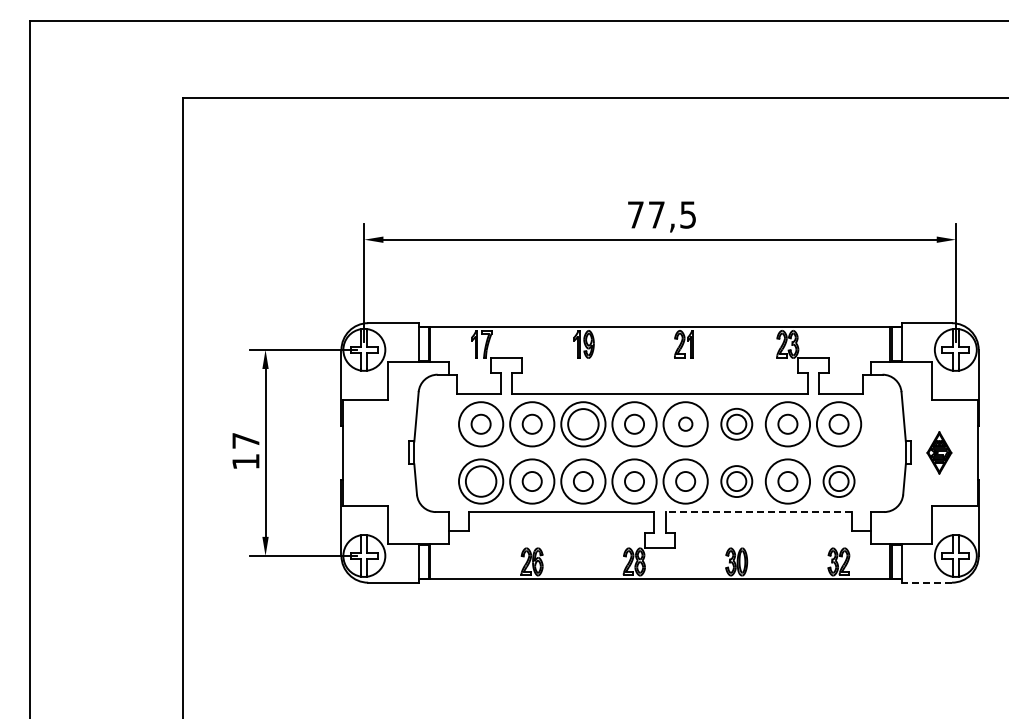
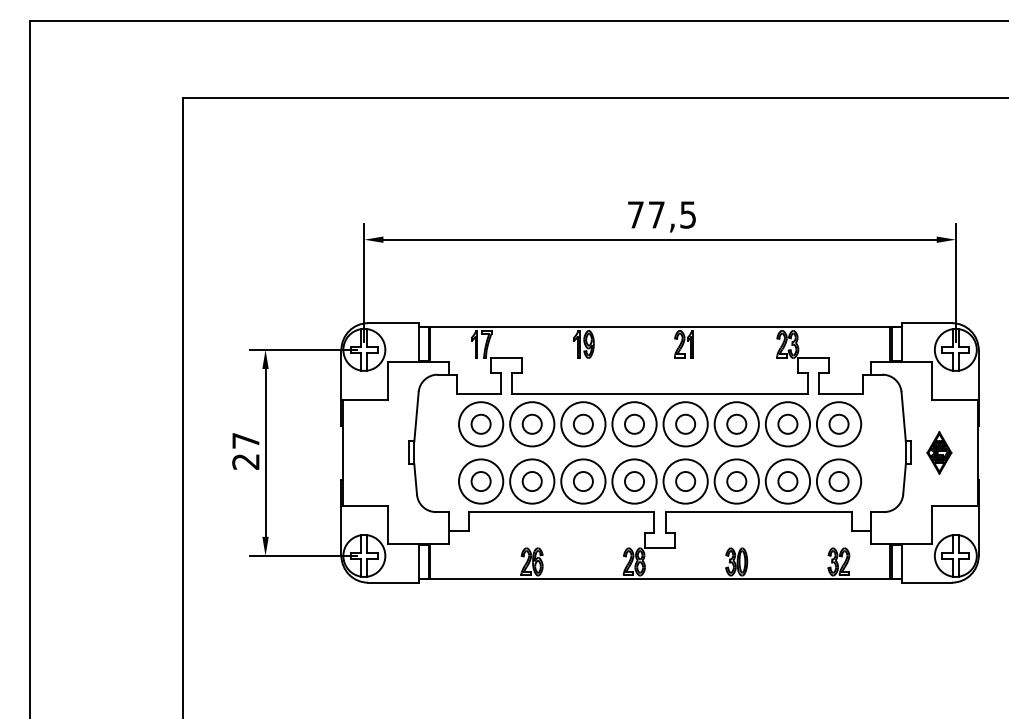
circle at (685, 423) size: 16x16 px -> 22x22 px
circle at (736, 423) diameter: 31 px -> 44 px
circle at (583, 424) diameter: 31 px -> 19 px
text at (245, 461): 17 -> 27
circle at (480, 481) diameter: 31 px -> 19 px
circle at (736, 481) diameter: 31 px -> 44 px
circle at (838, 481) diameter: 31 px -> 44 px
line at (758, 512): dashed -> solid
line at (926, 582): dashed -> solid
